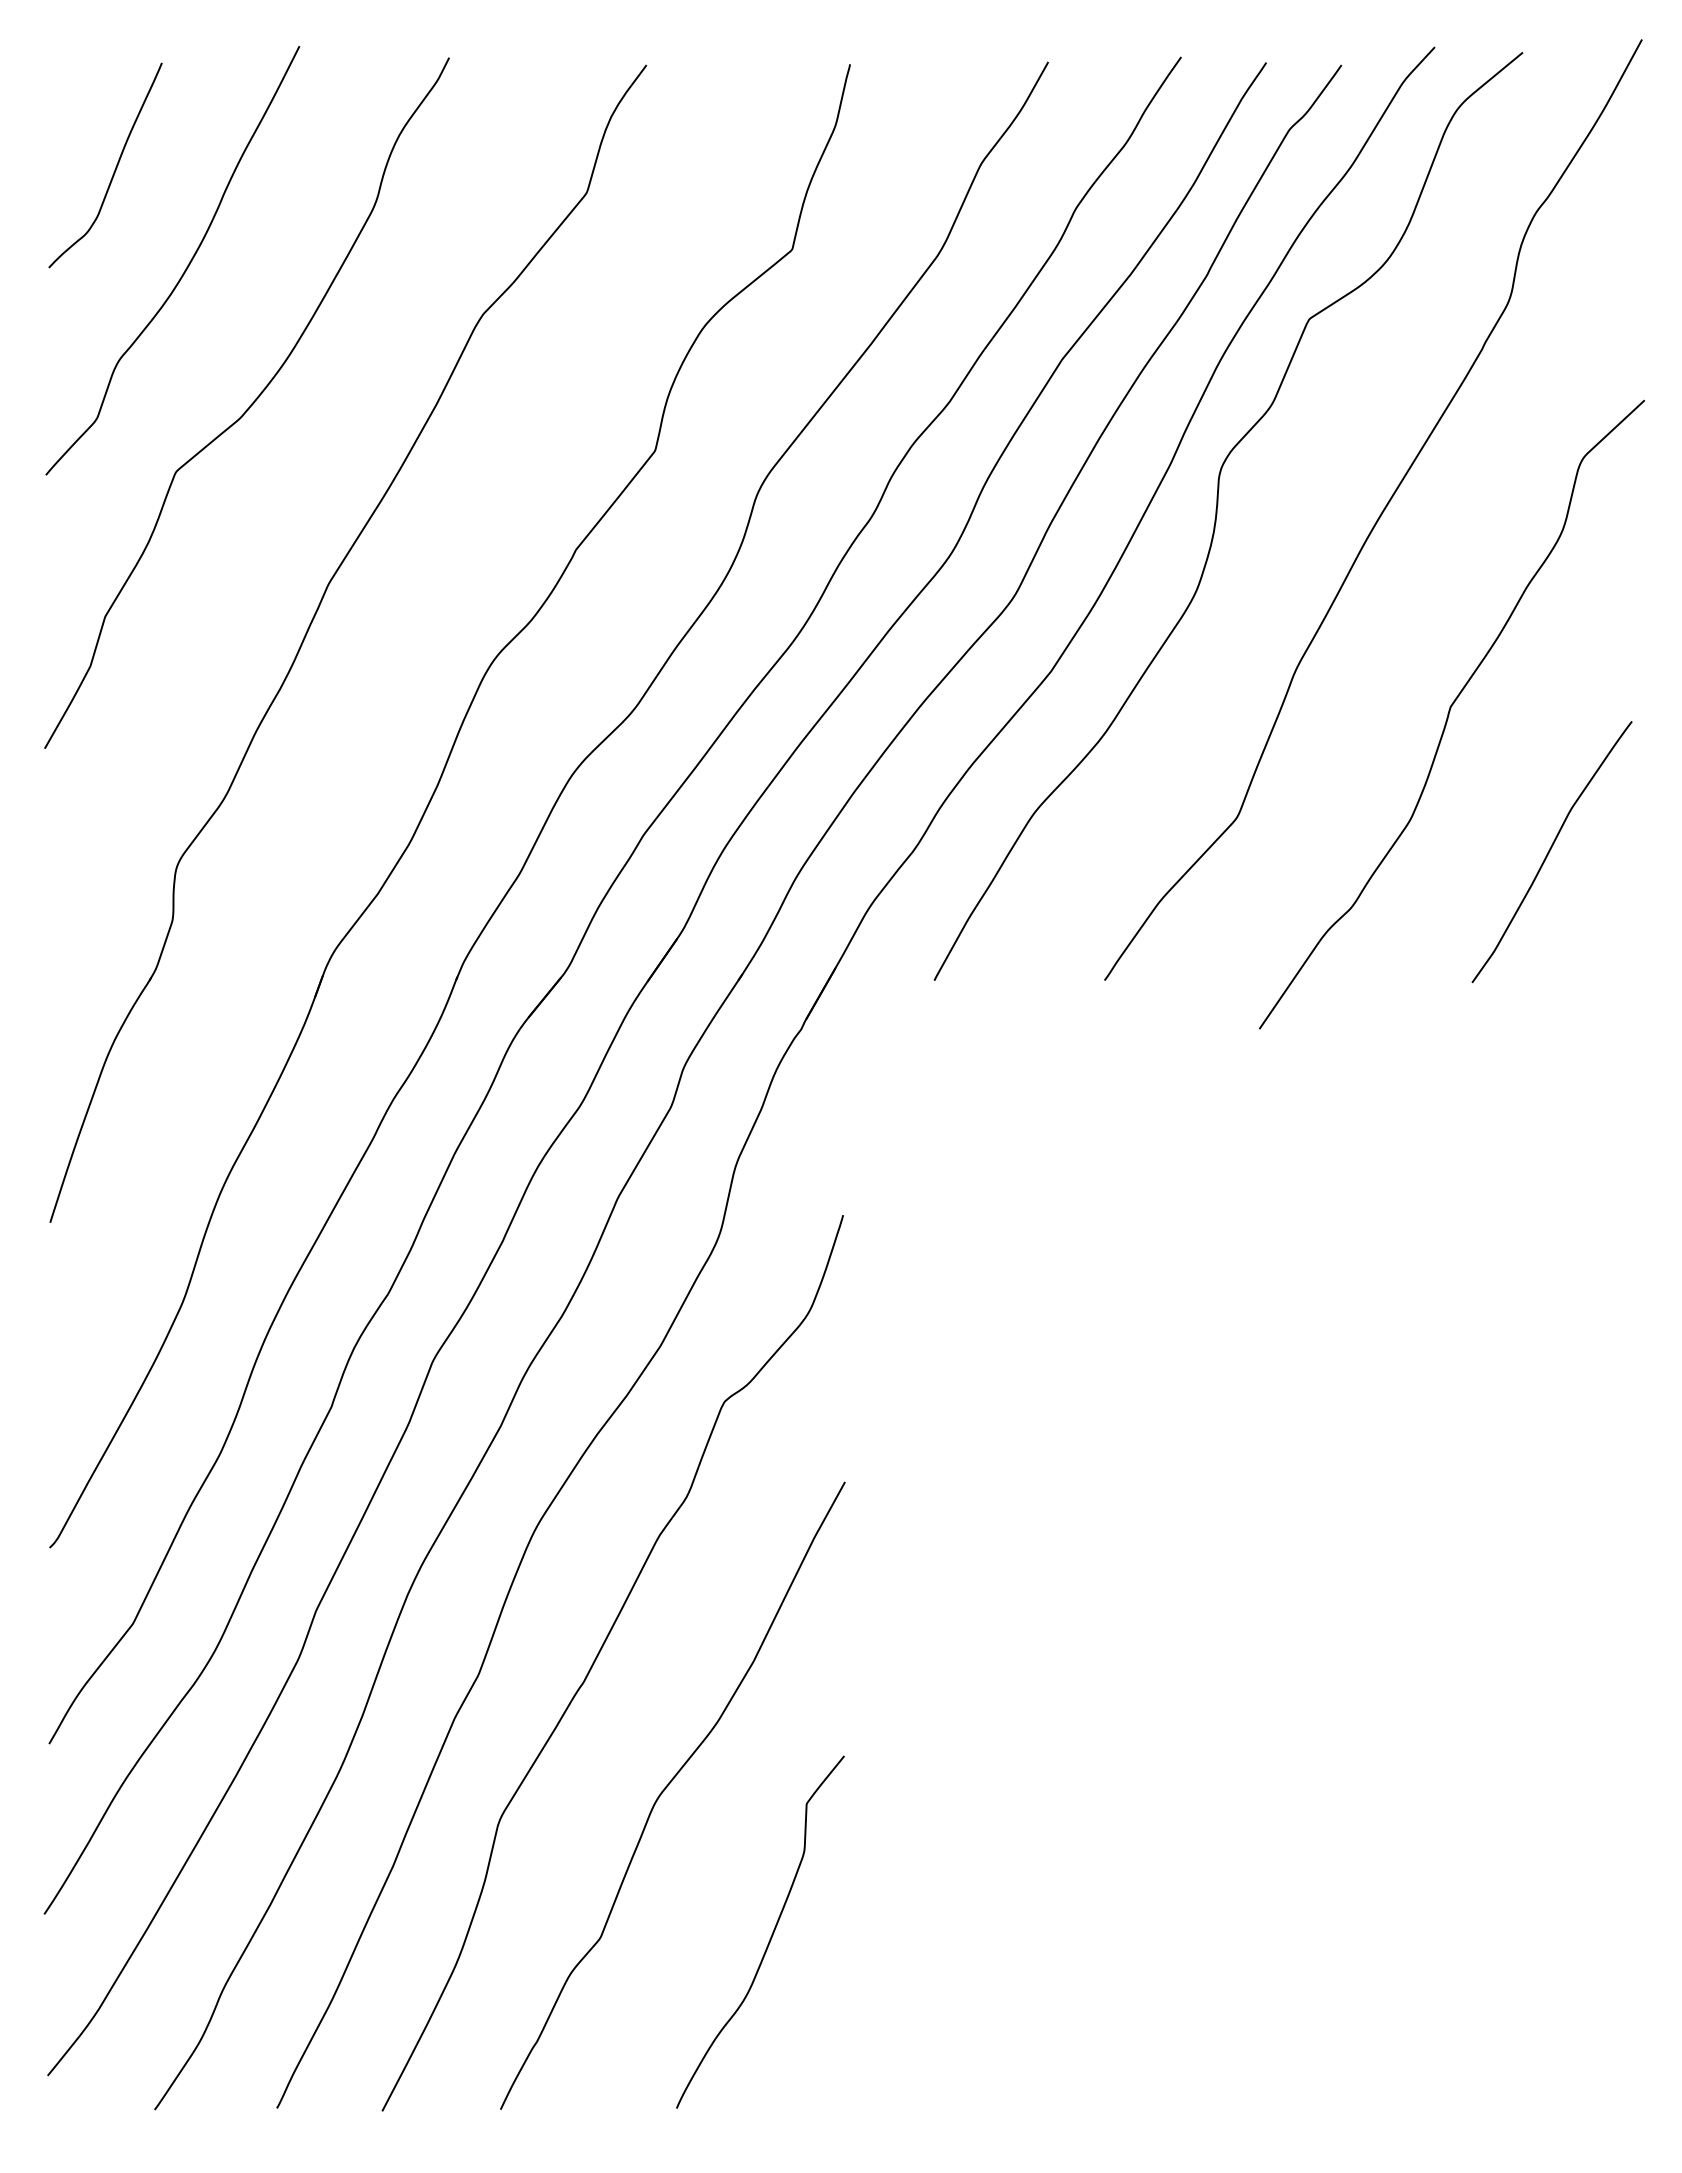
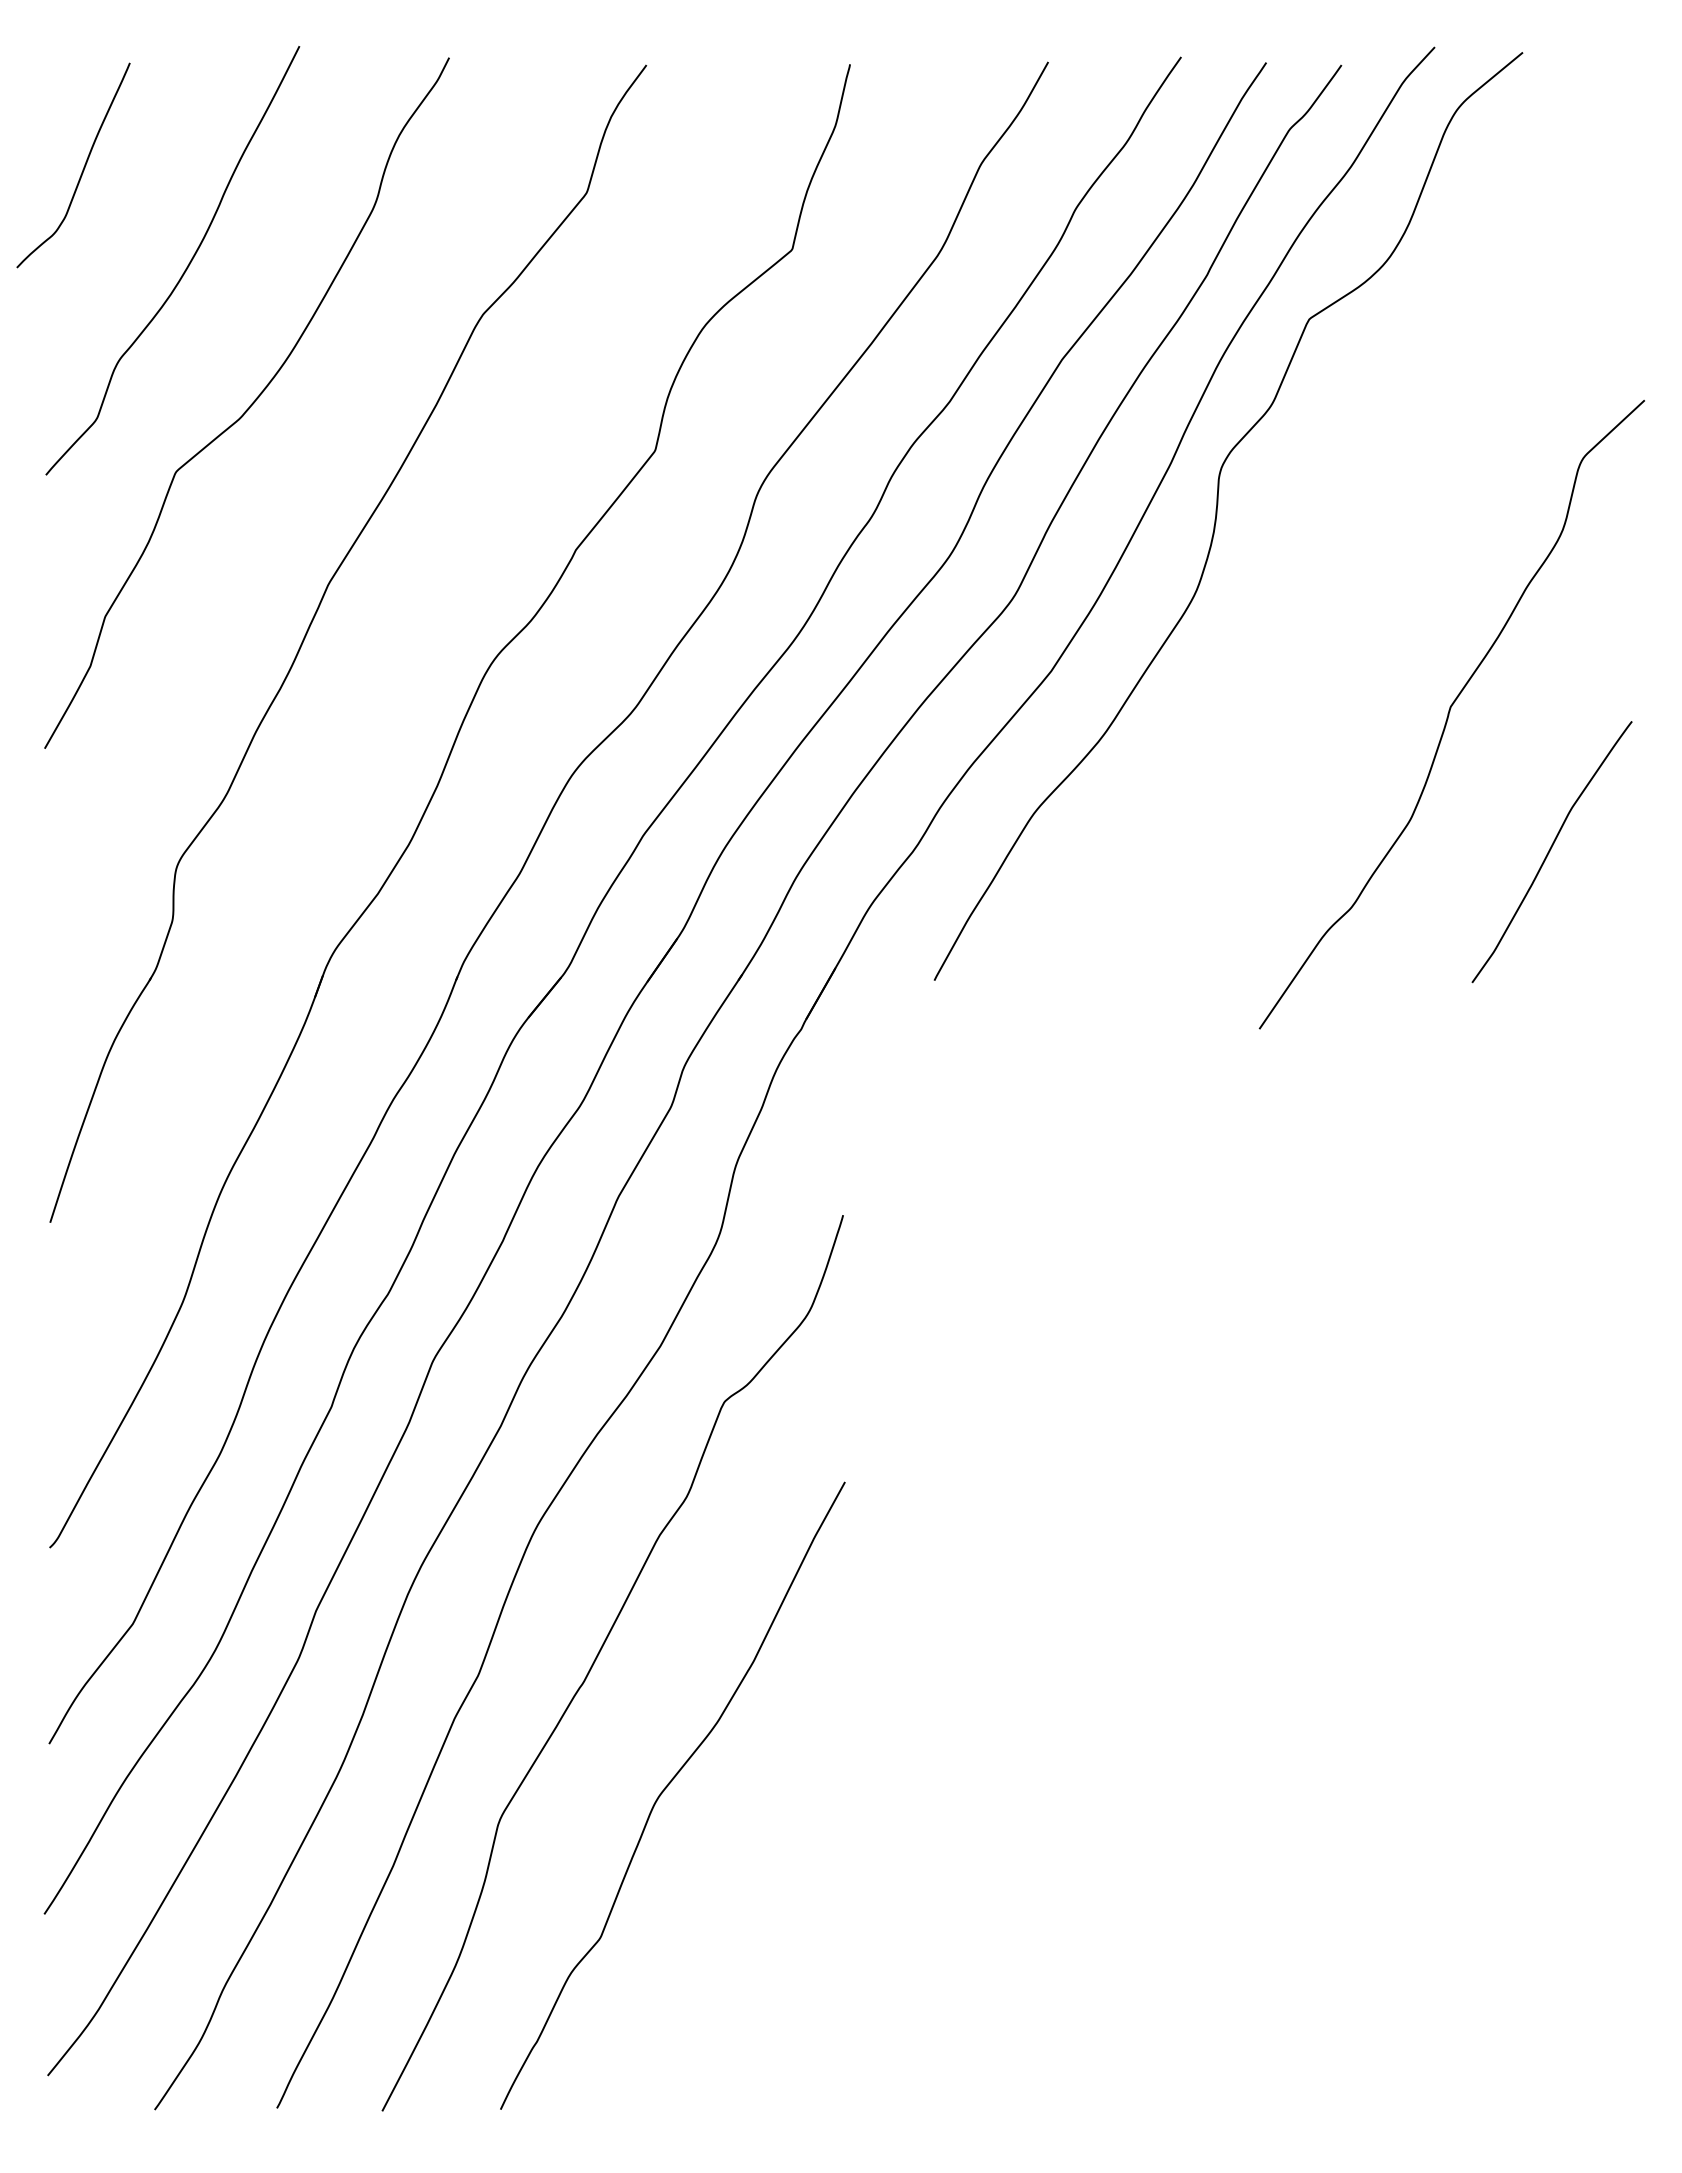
curve at (114, 169) position: (114, 169) -> (82, 169)
curve at (1380, 513): present -> none
curve at (770, 1936): present -> none
